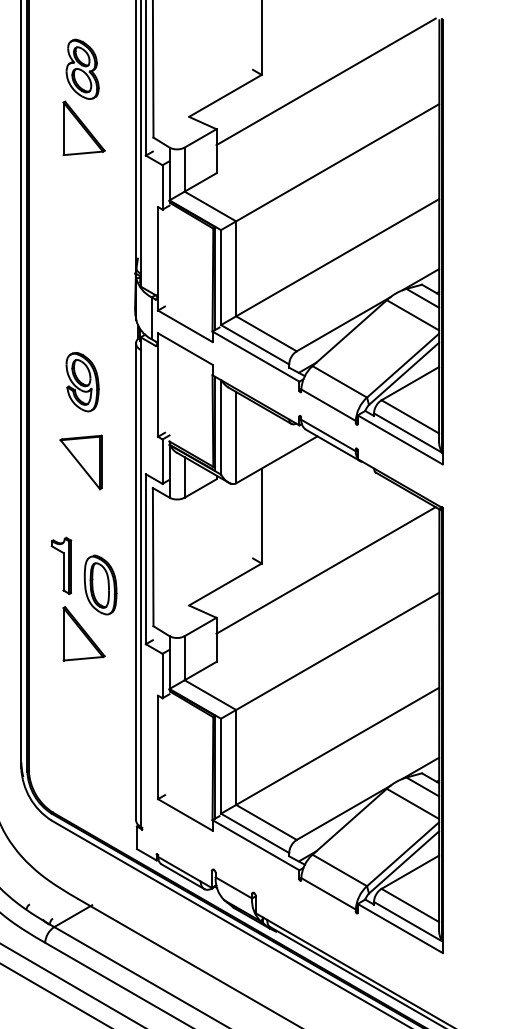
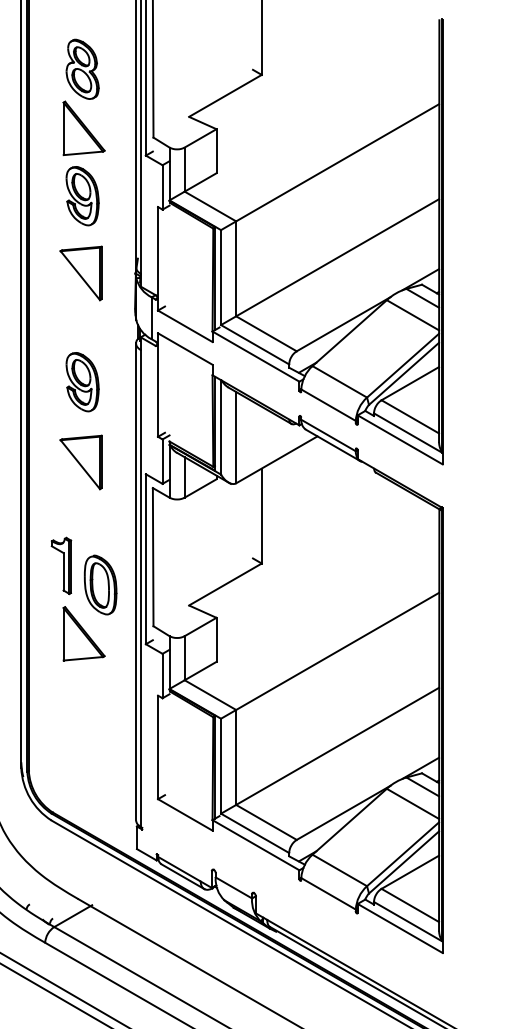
line at (325, 81): present -> none
part at (82, 196): none -> present
part at (80, 273): none -> present
line at (325, 570): present -> none
line at (71, 984) position: (71, 984) -> (63, 989)
